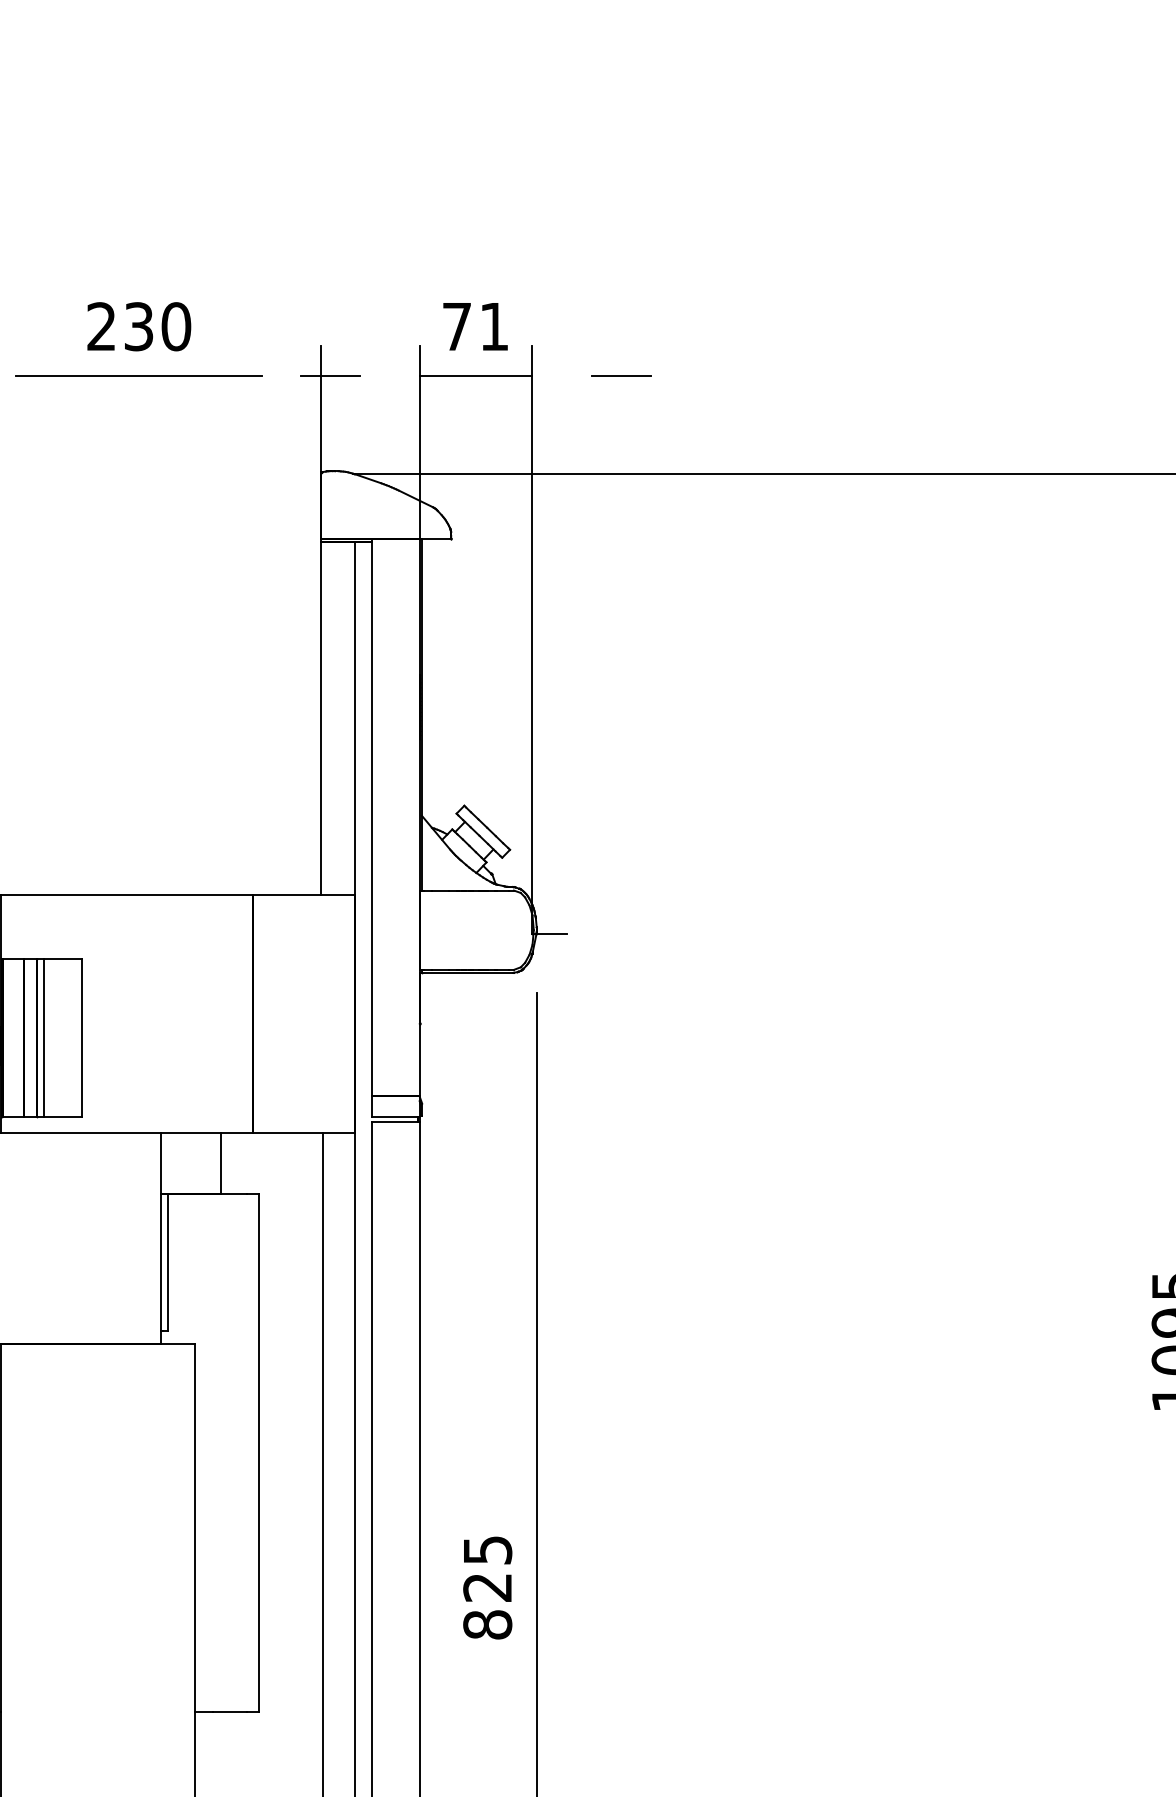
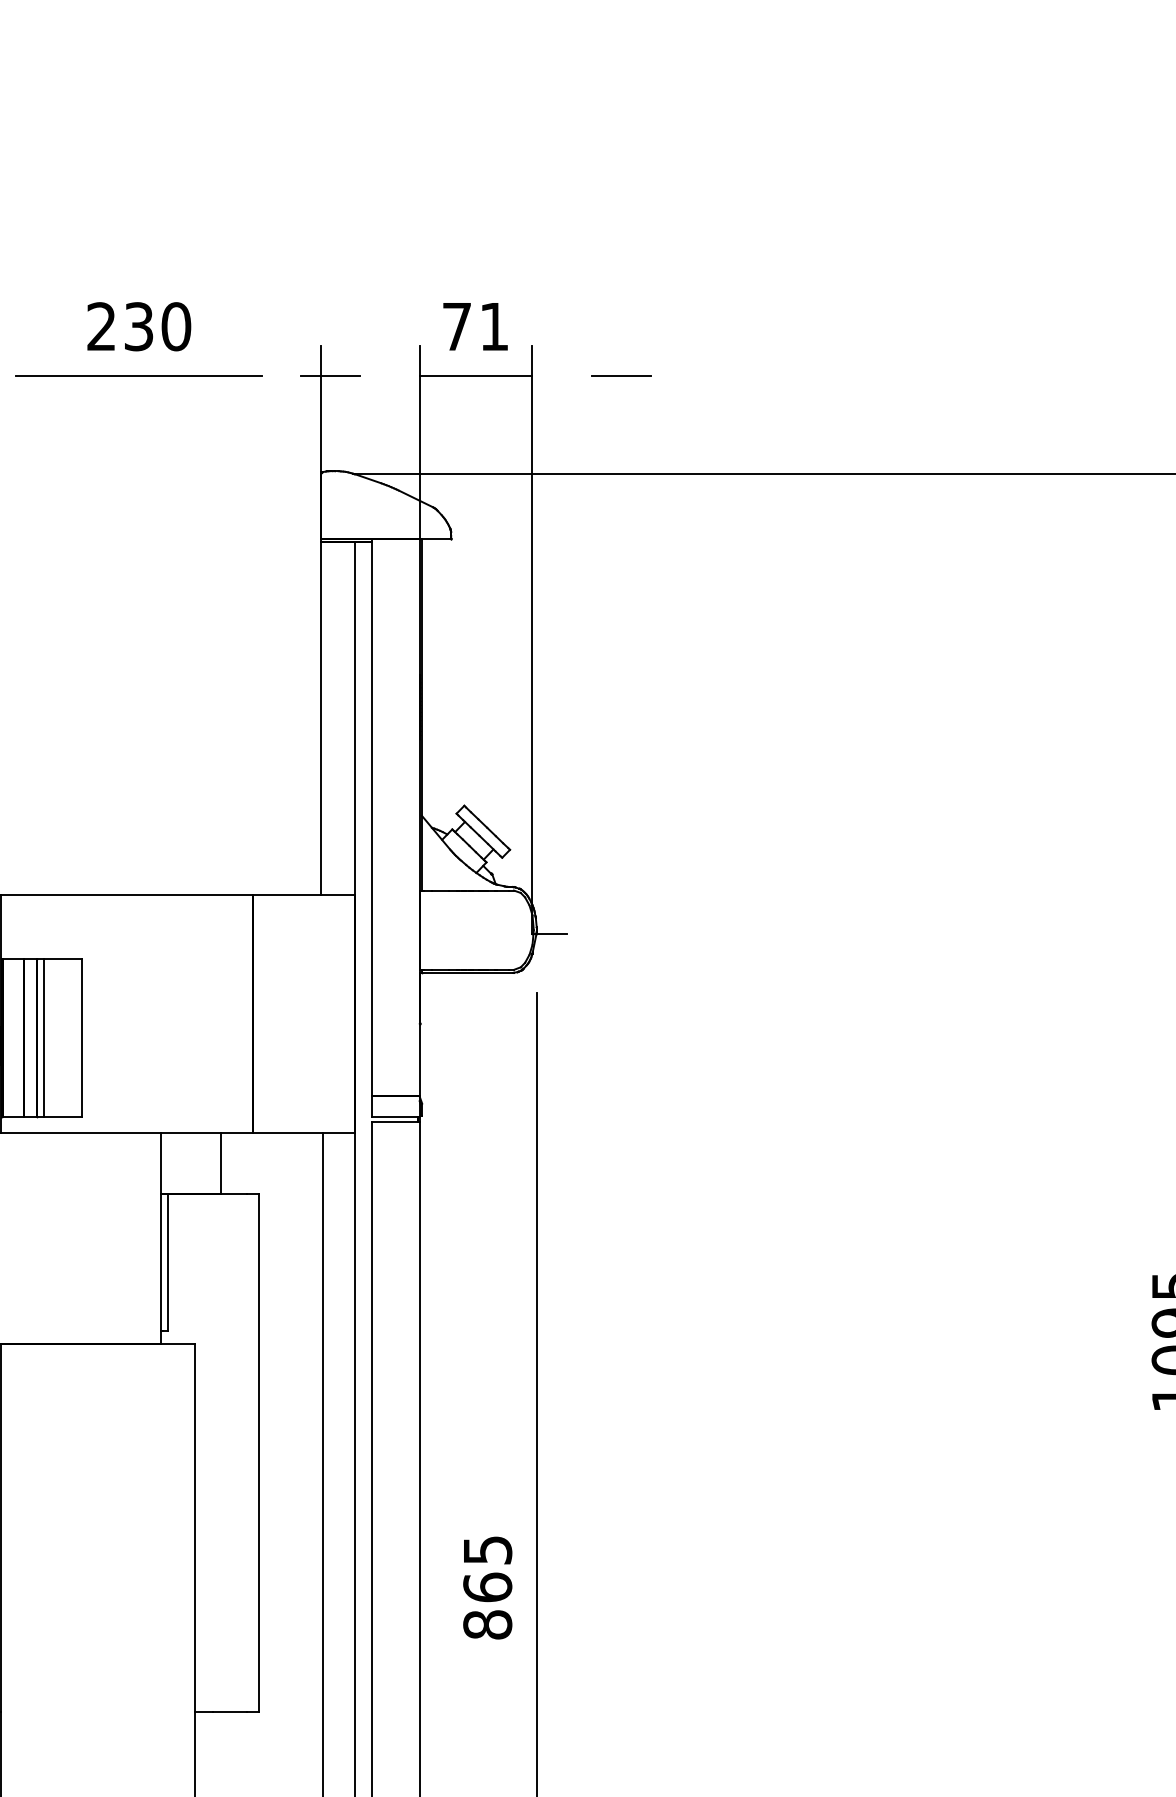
text at (487, 1587): 825 -> 865
